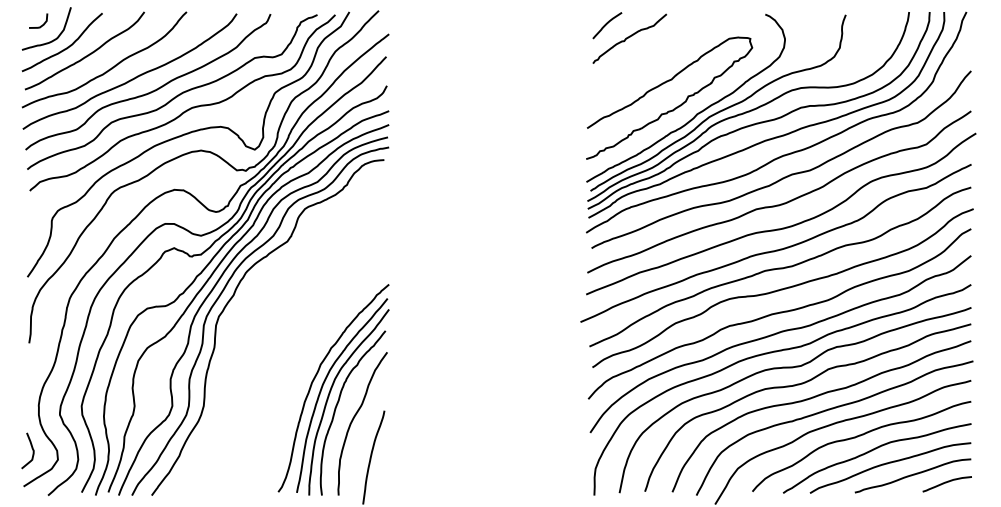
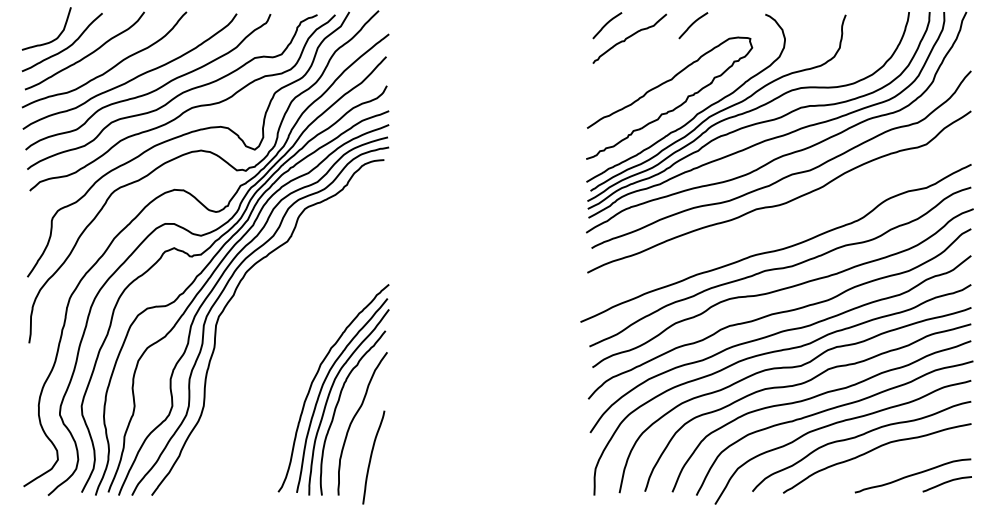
curve at (693, 24): none -> present
curve at (40, 25): present -> none
curve at (786, 226): present -> none
curve at (31, 448): present -> none
curve at (890, 463): present -> none
